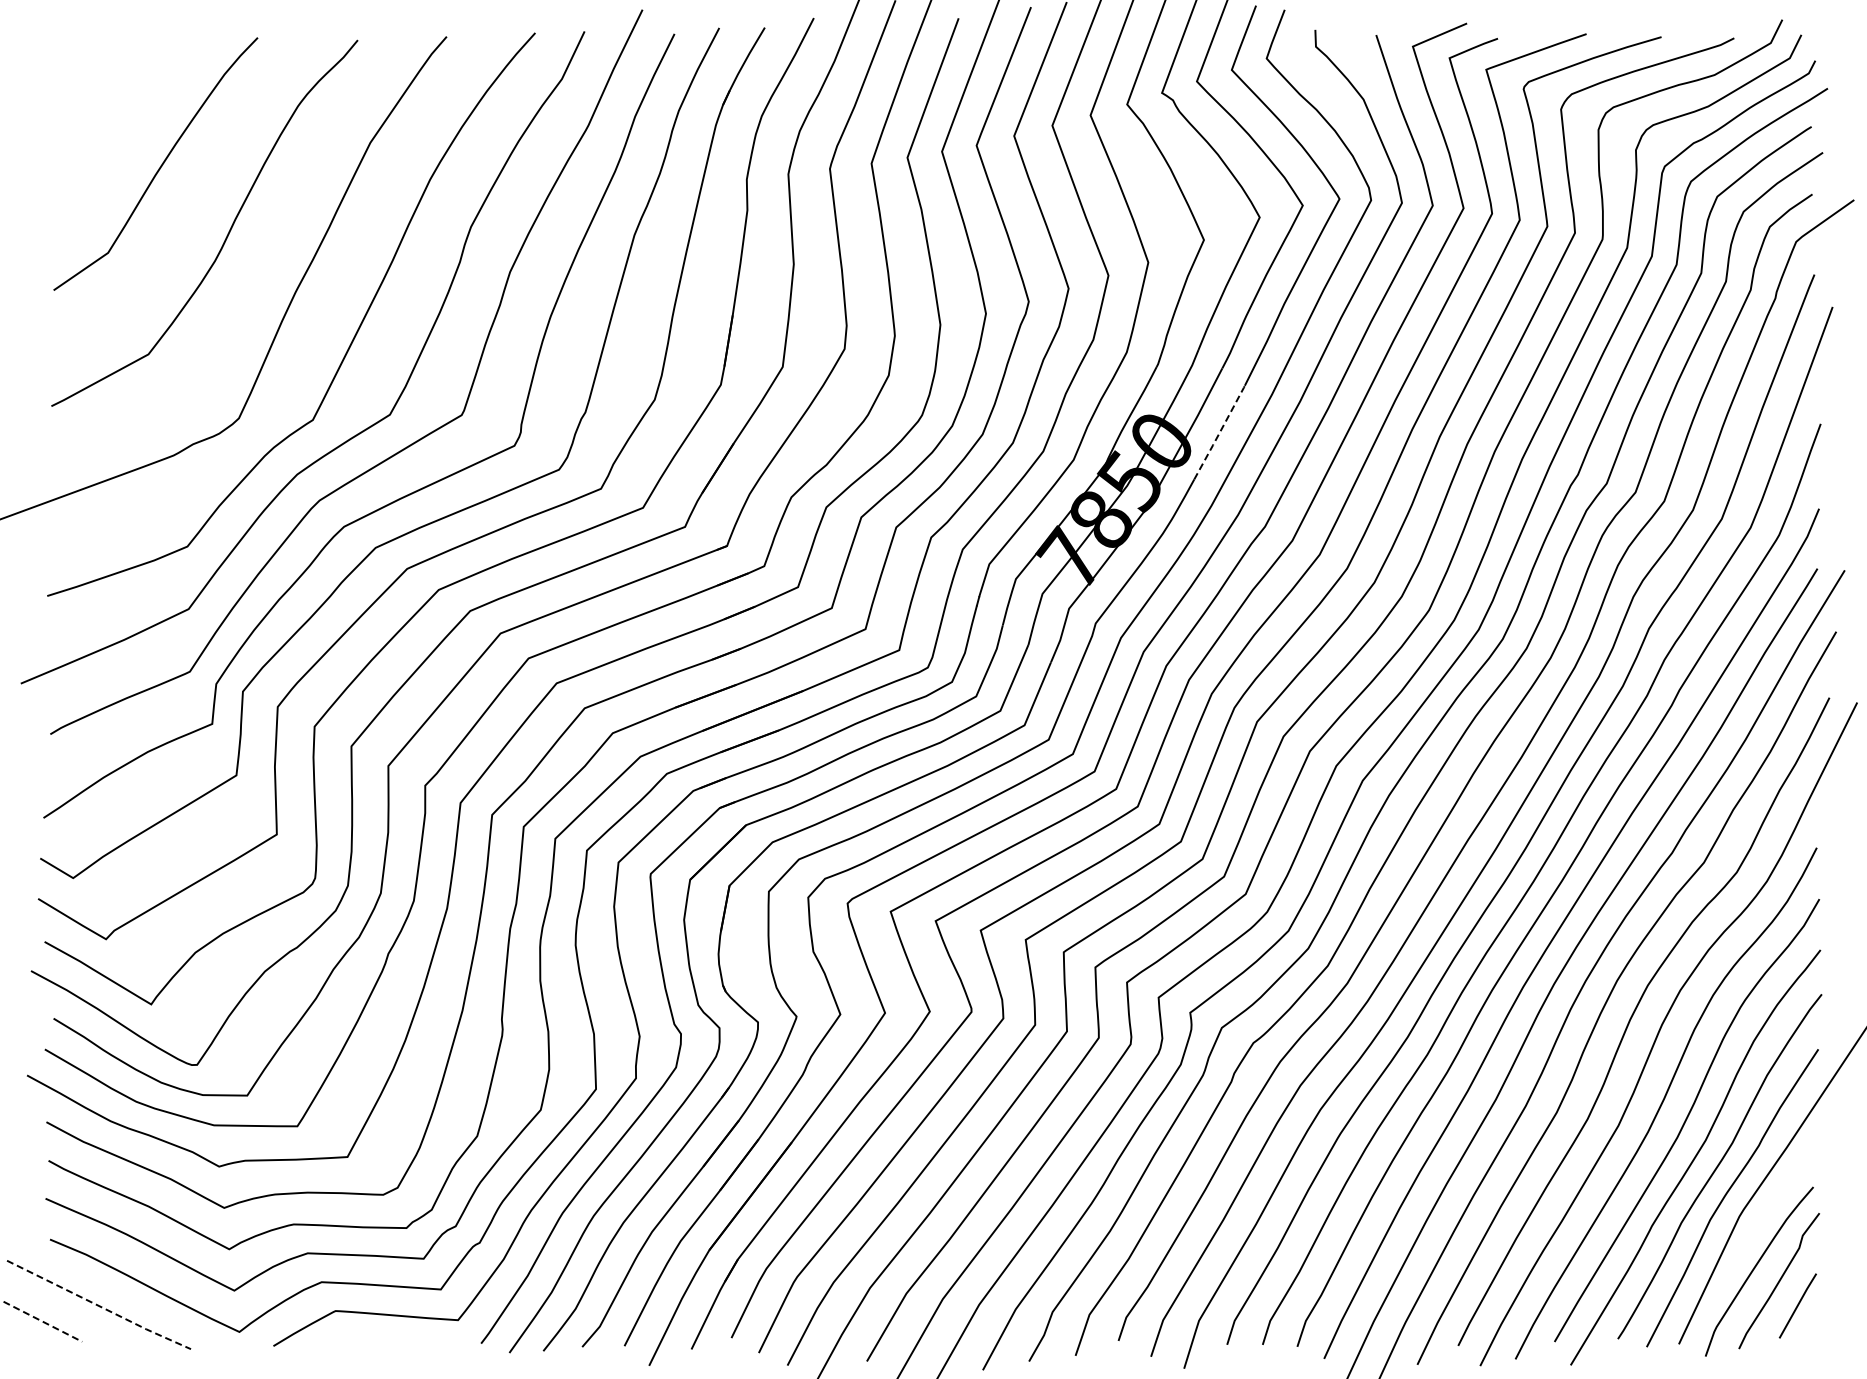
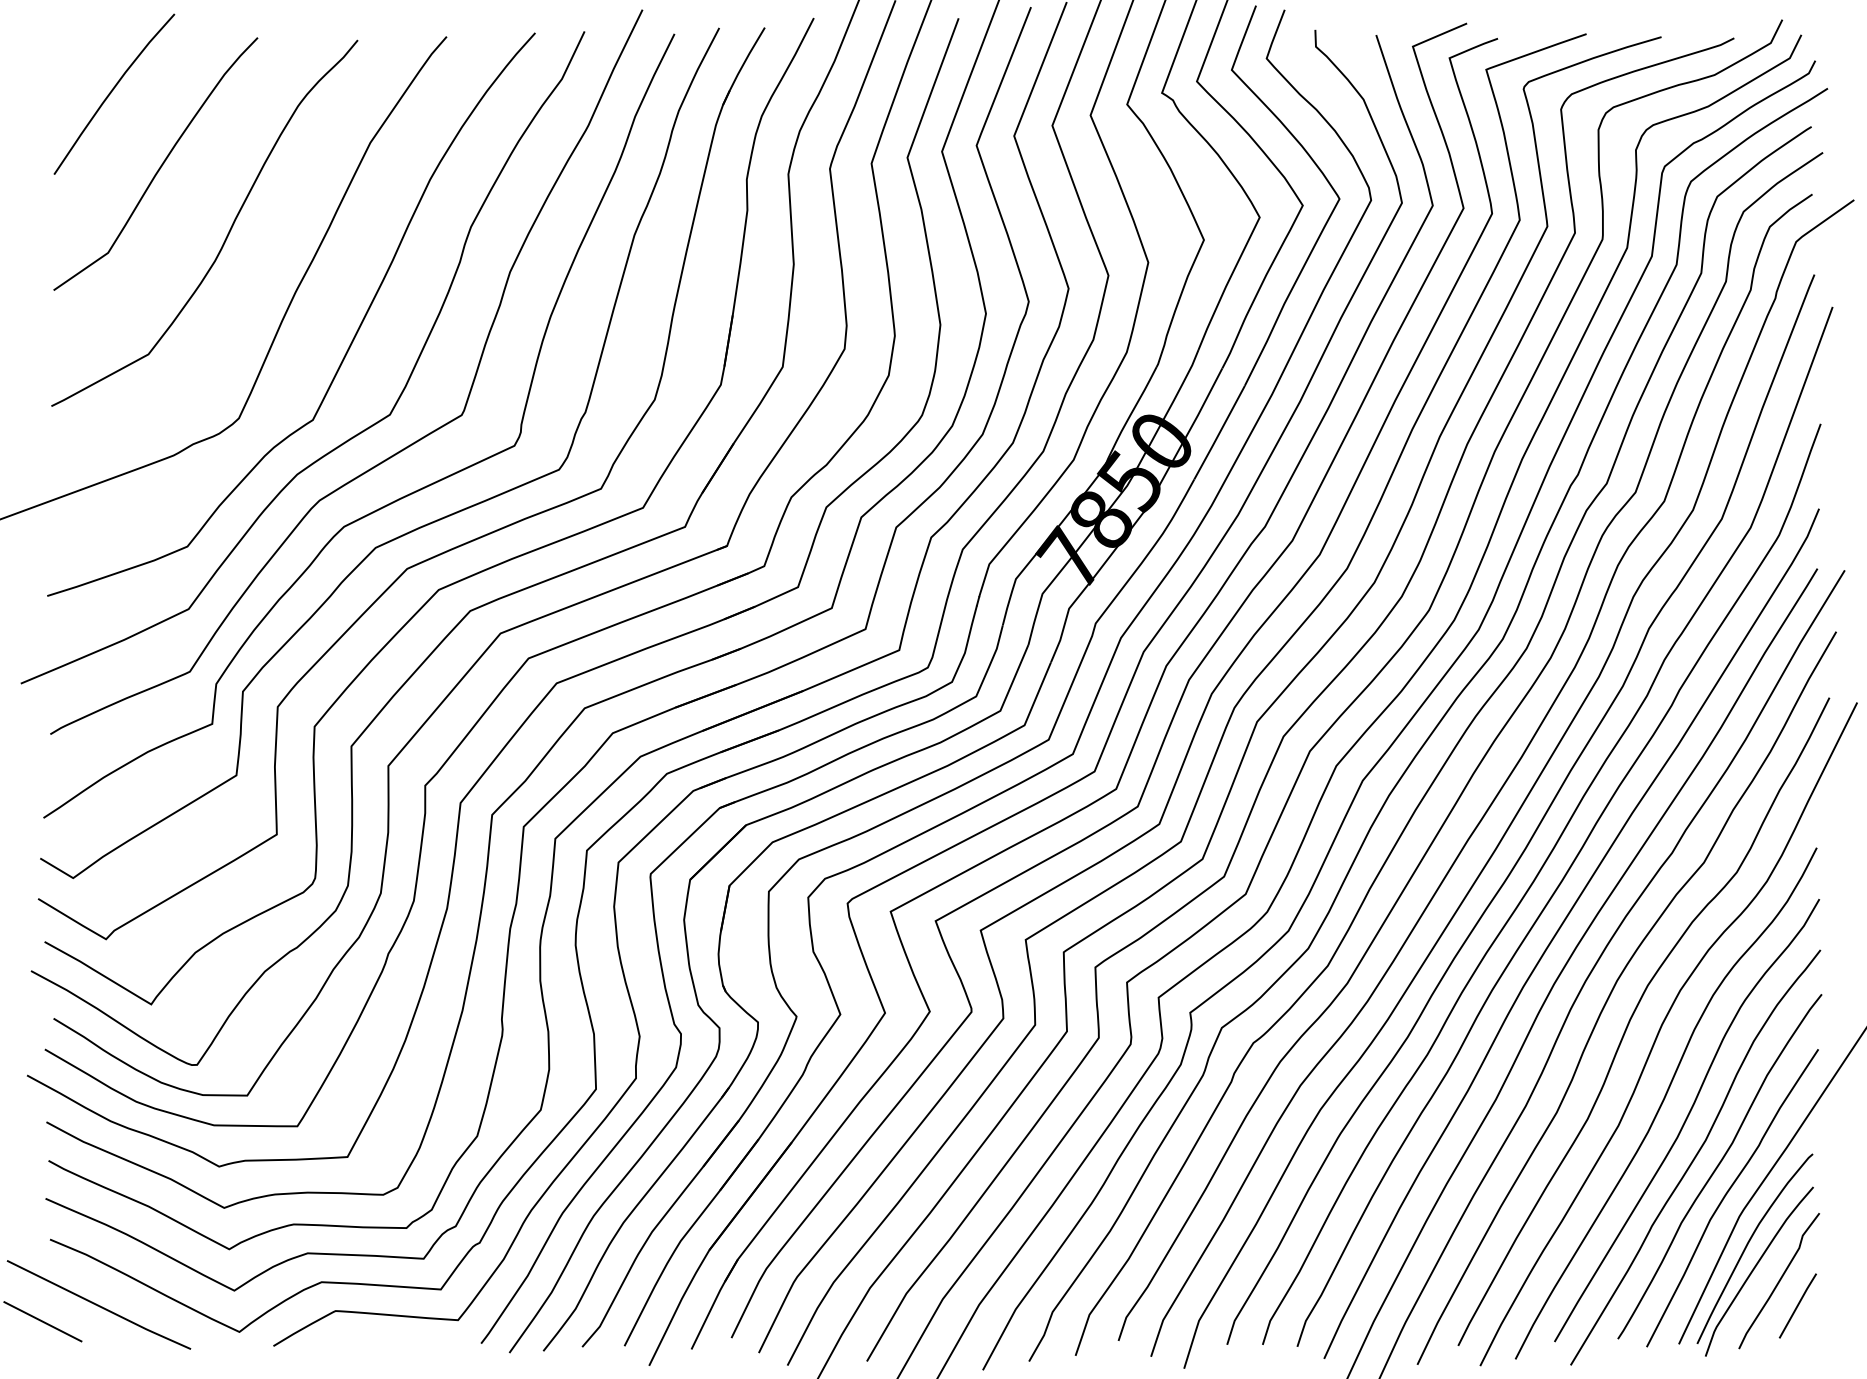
curve at (112, 91): none -> present
line at (1220, 432): dashed -> solid
curve at (1748, 1244): none -> present
line at (99, 1306): dashed -> solid
line at (43, 1321): dashed -> solid
